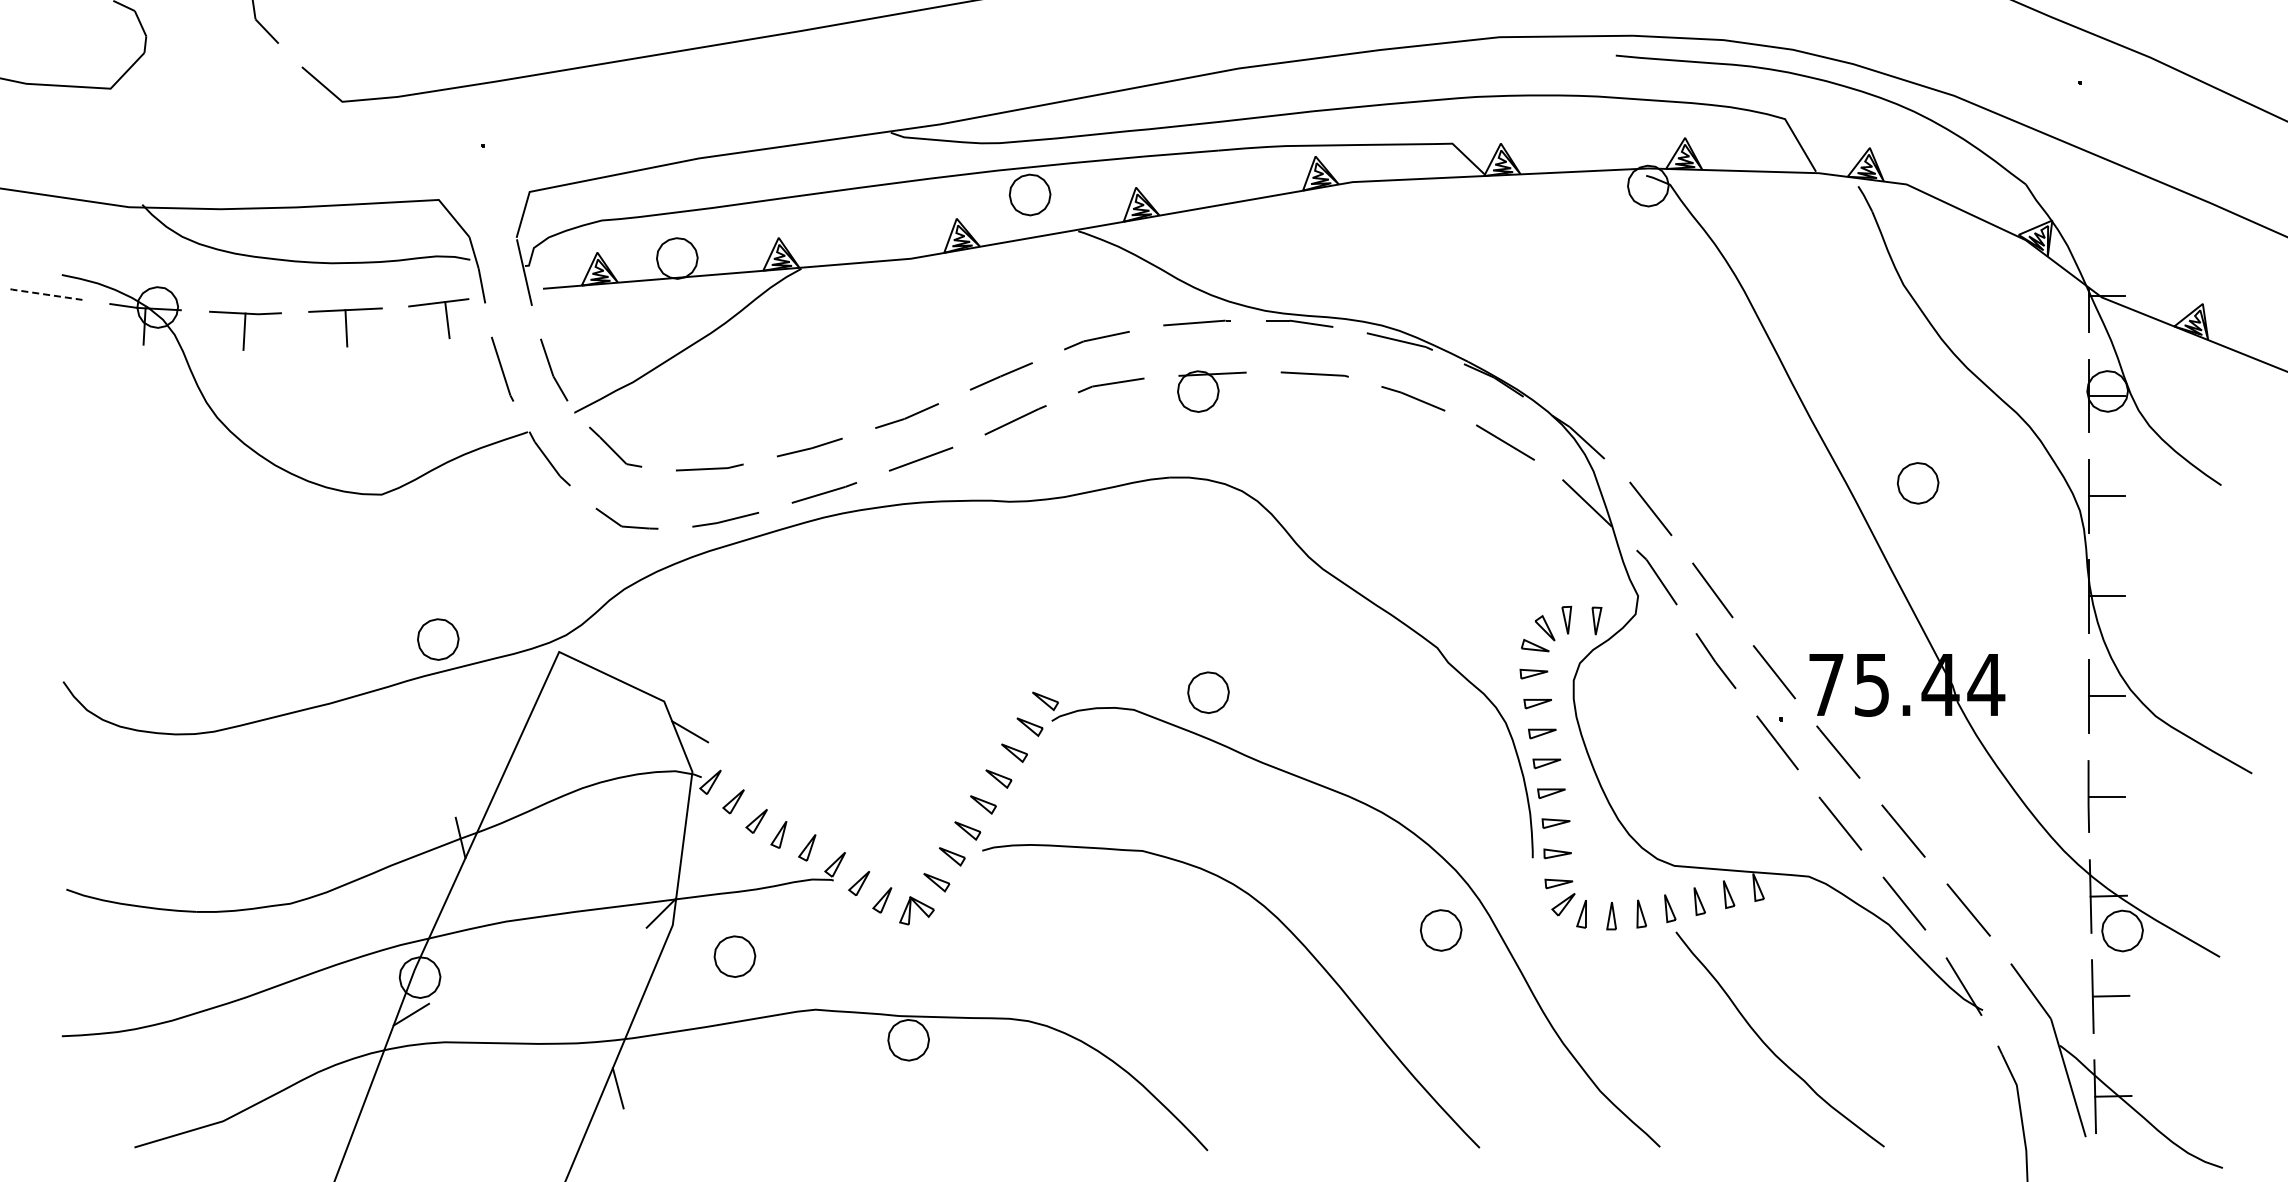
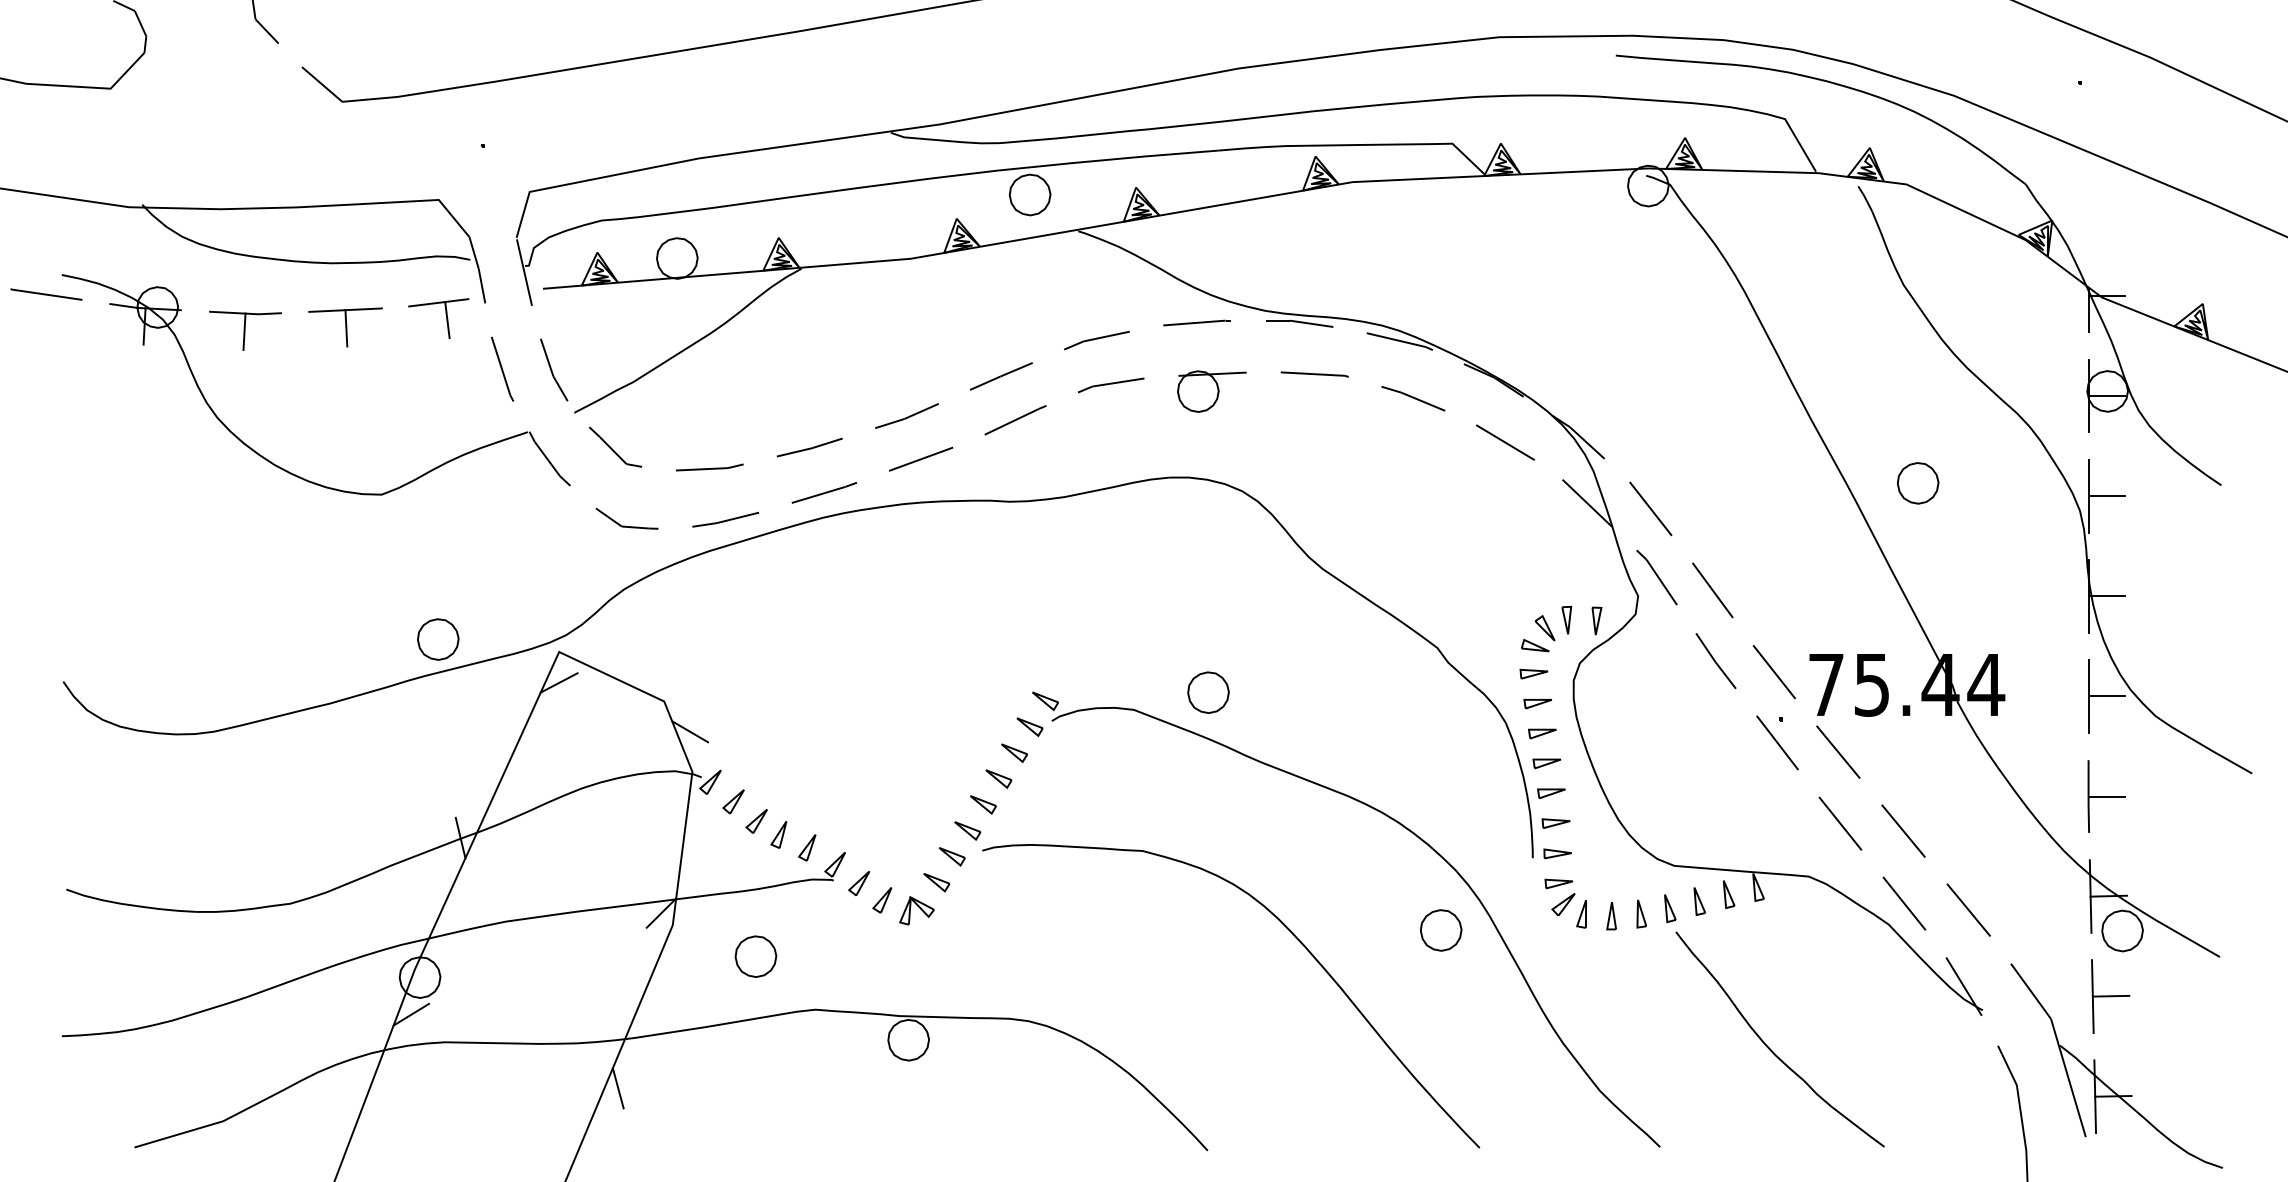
line at (46, 294): dashed -> solid
line at (558, 682): none -> present
part at (734, 956) position: (734, 956) -> (755, 956)
